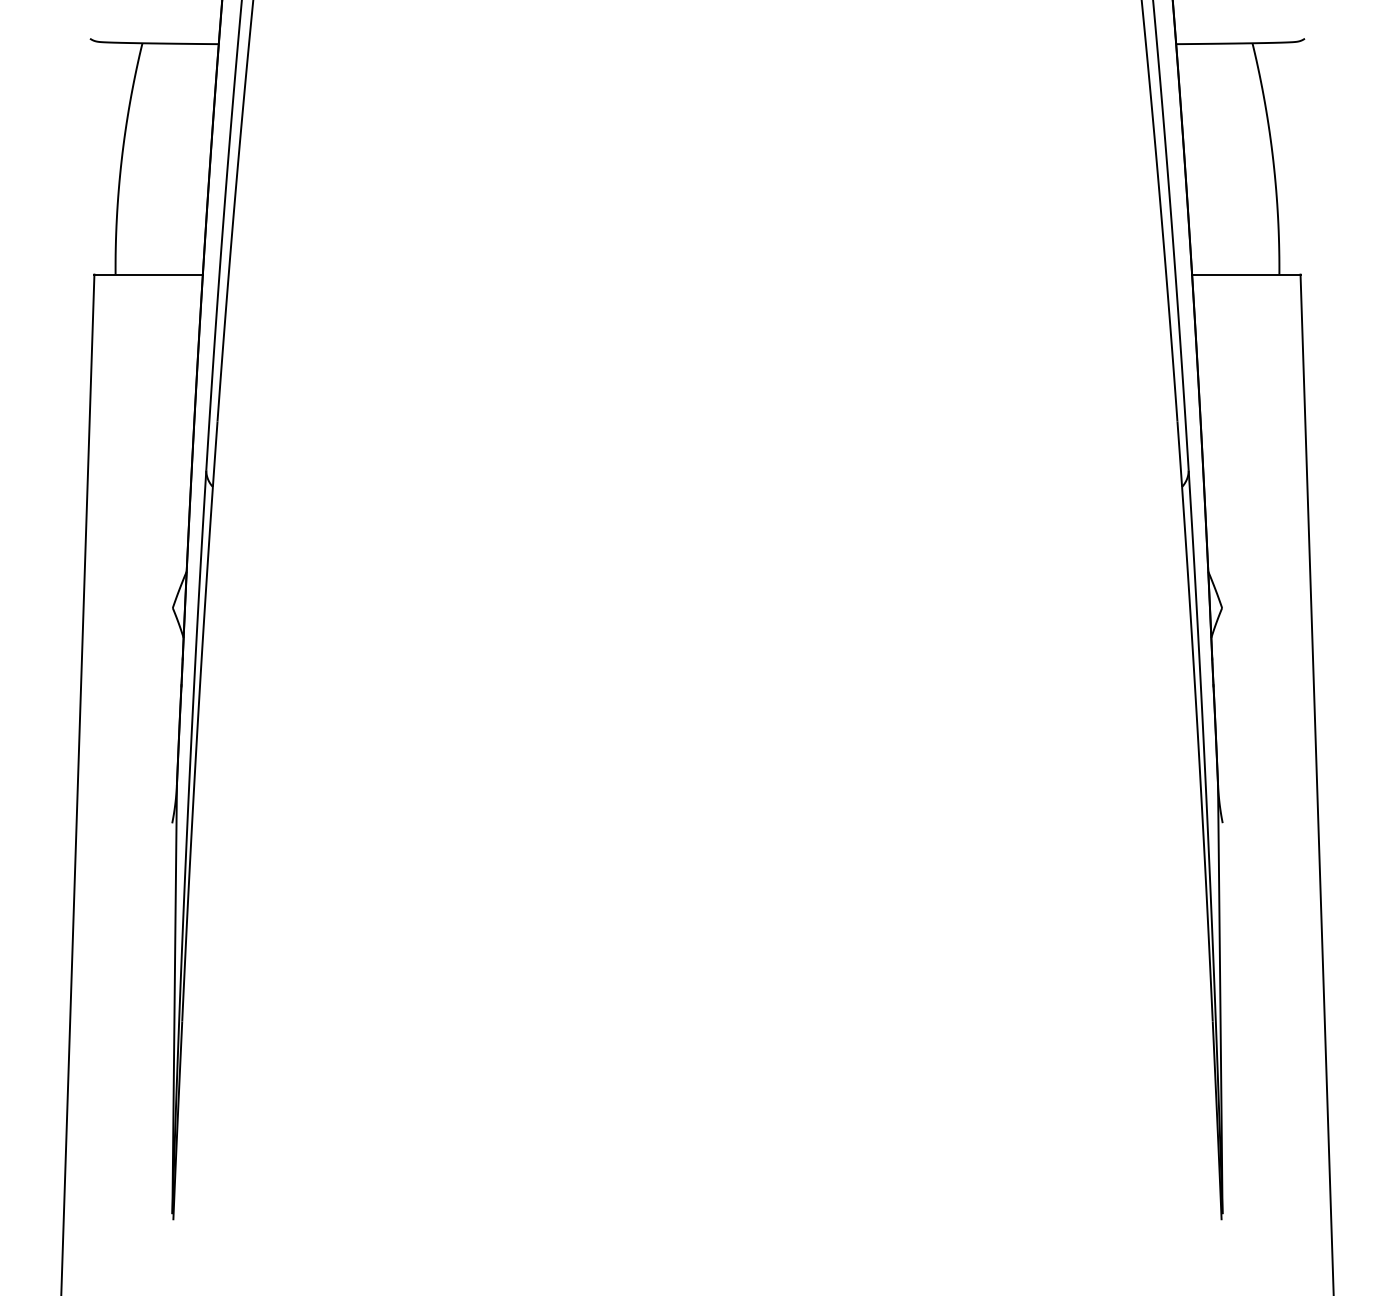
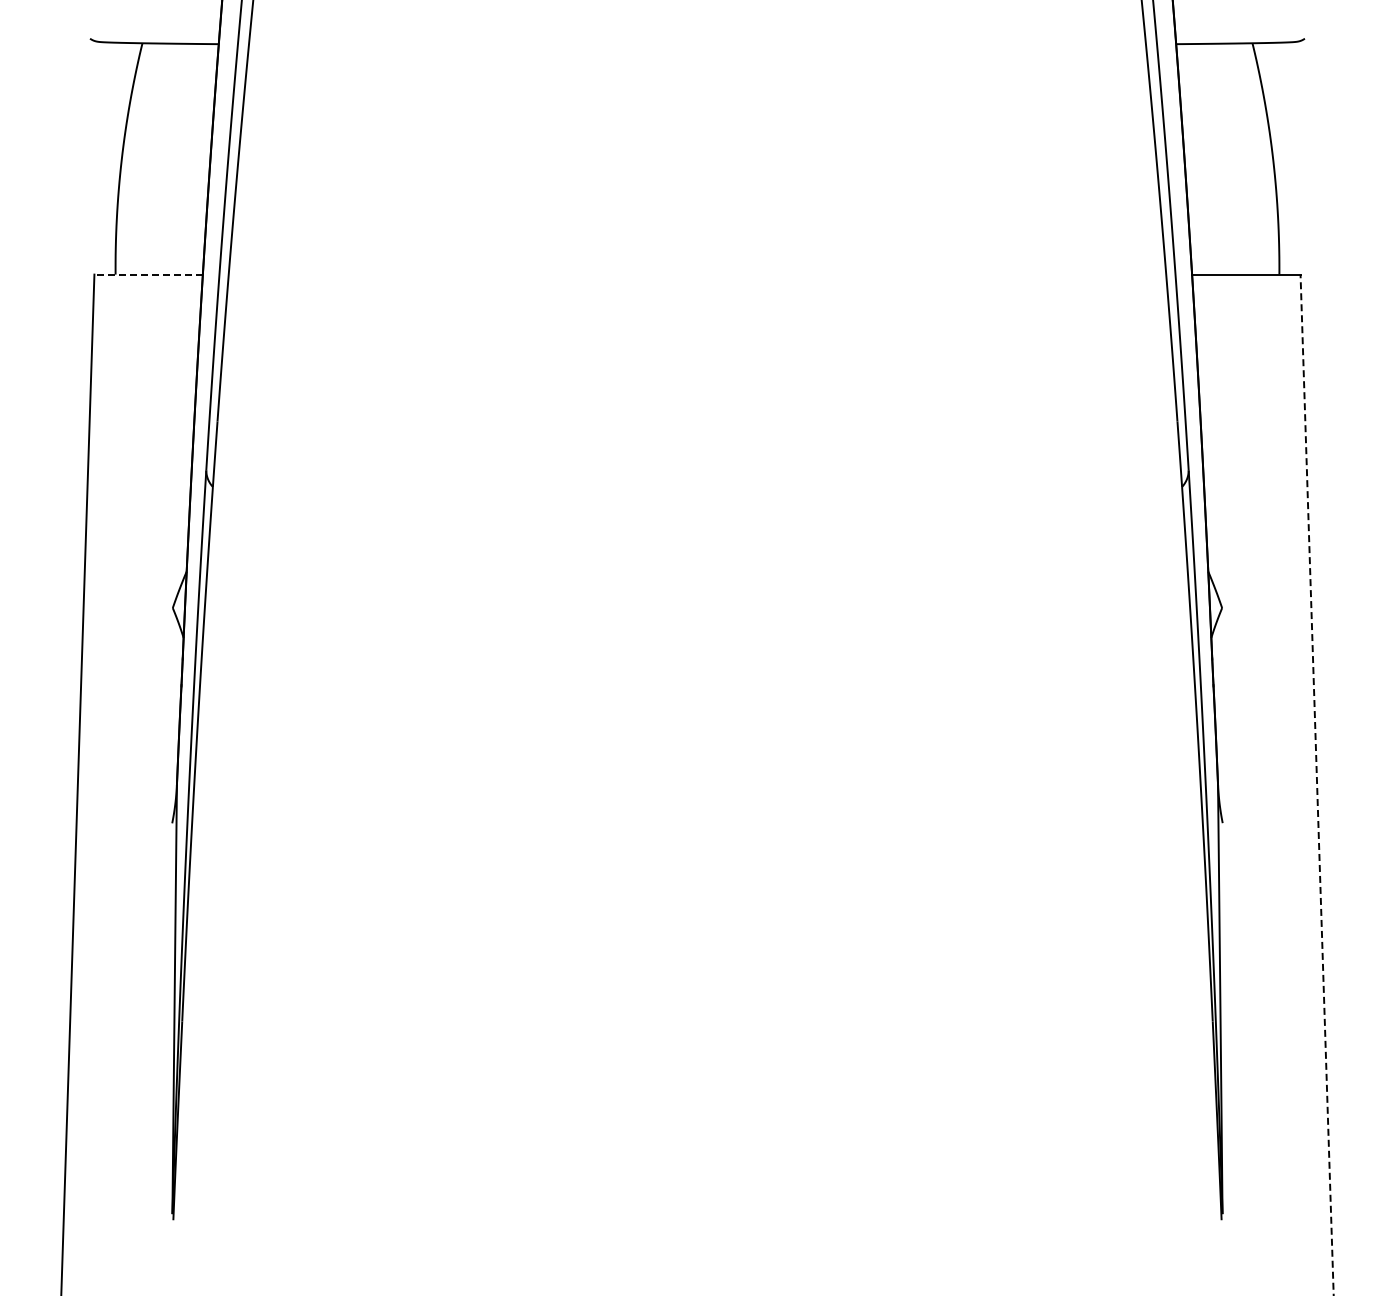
line at (148, 274): solid -> dashed
line at (1317, 785): solid -> dashed
